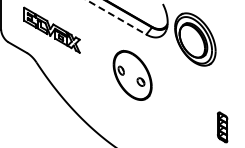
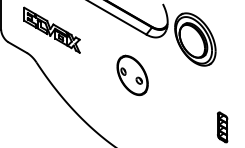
line at (117, 17): dashed -> solid
part at (132, 74) size: 41x52 px -> 33x43 px
